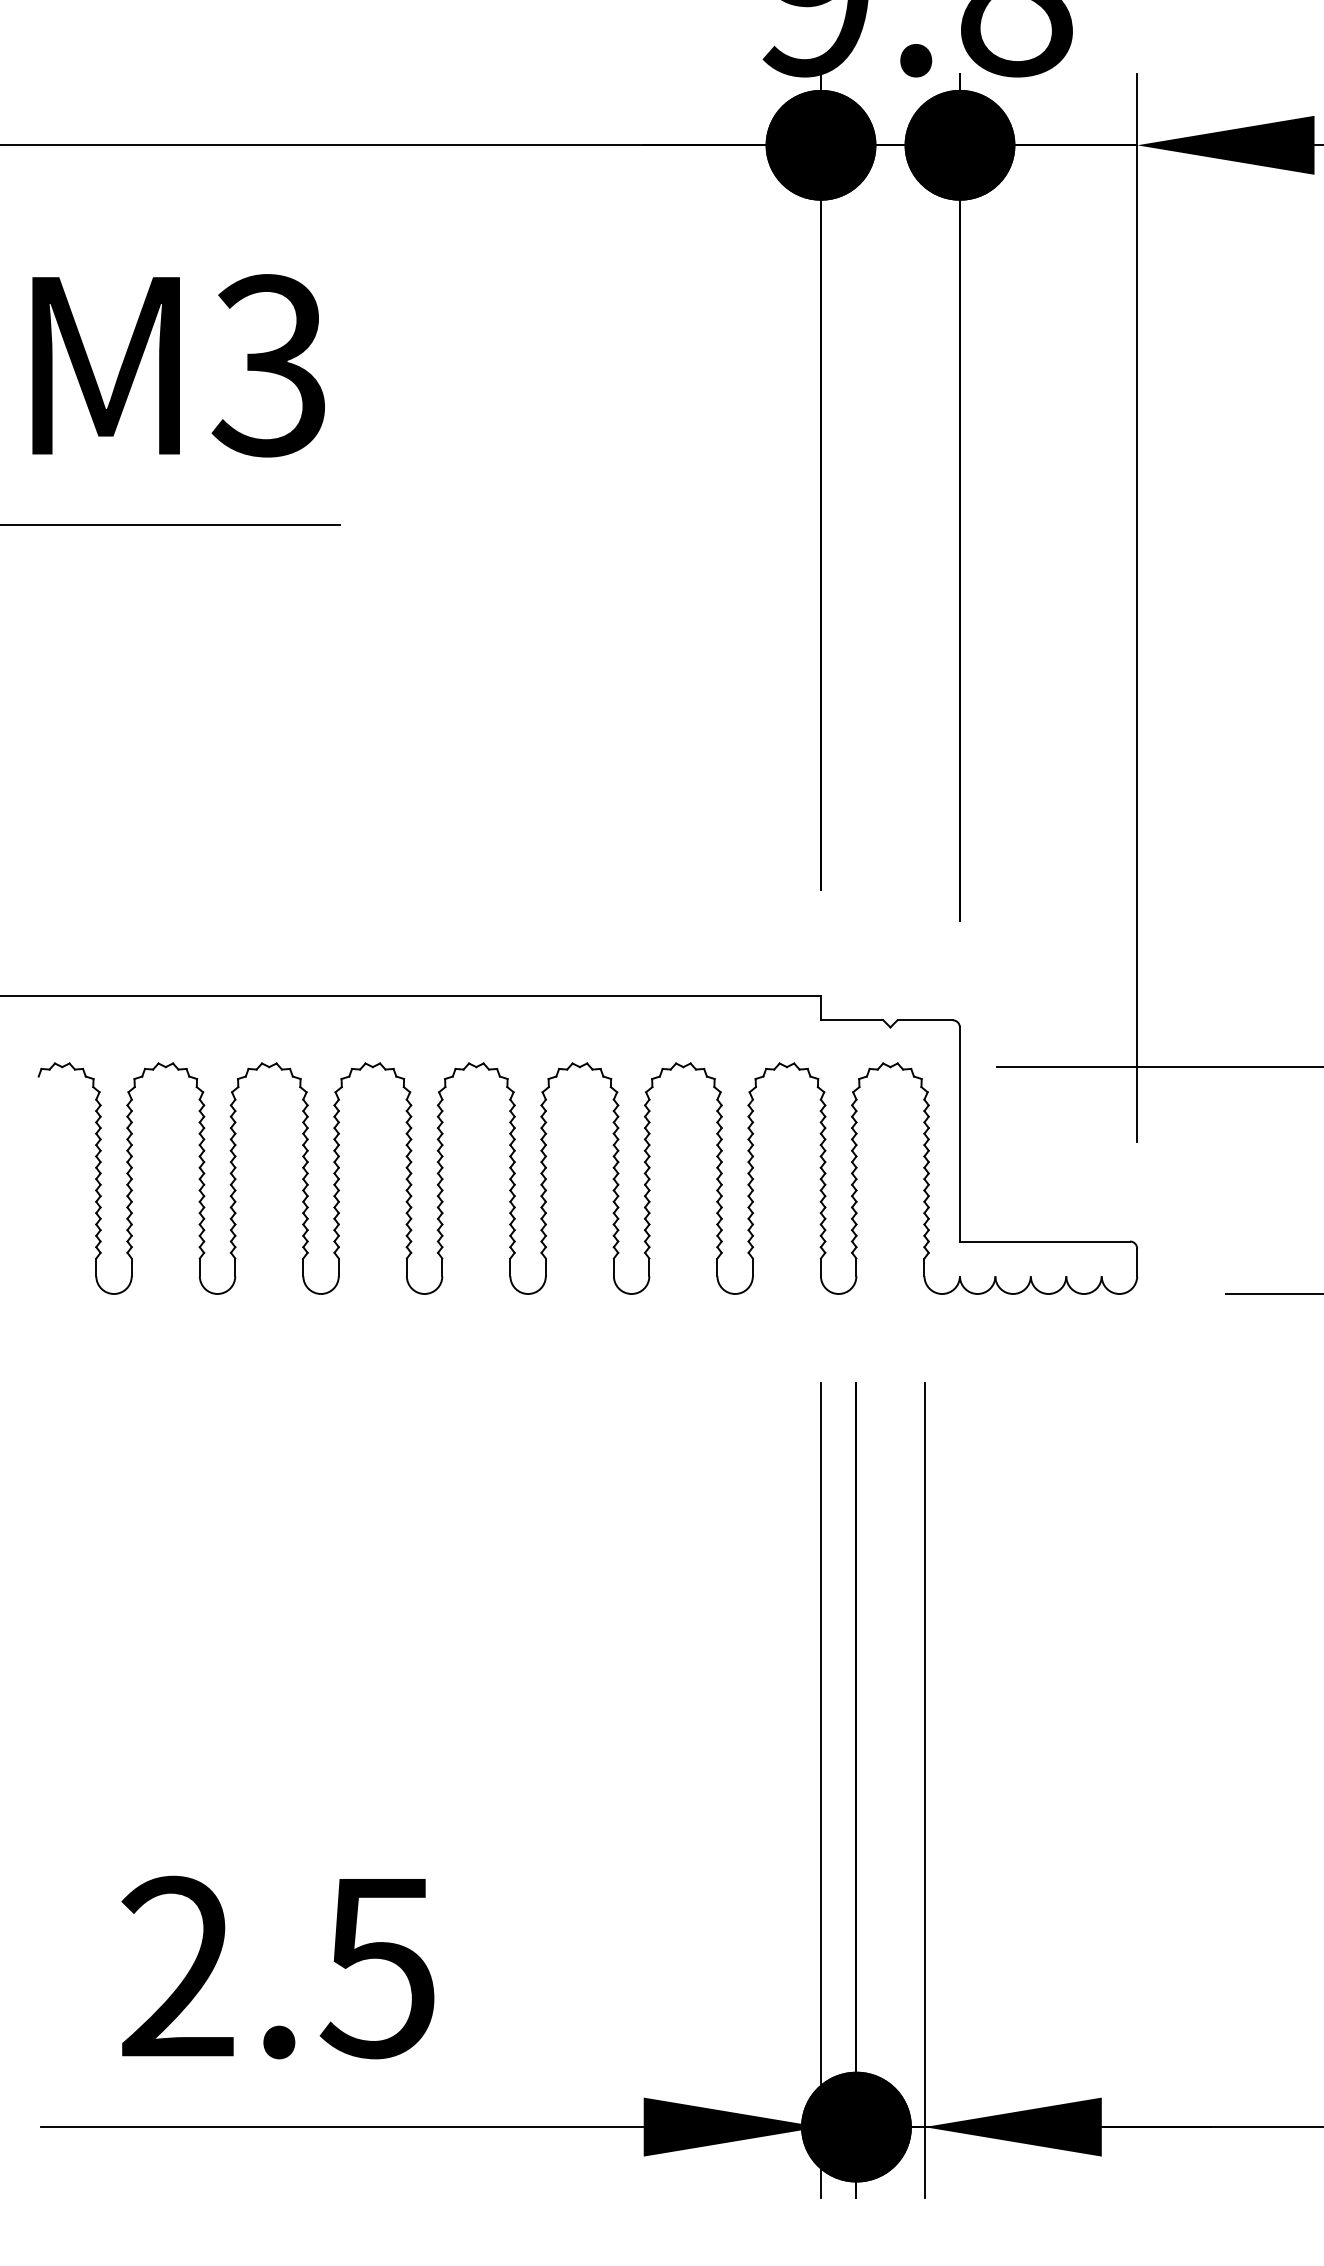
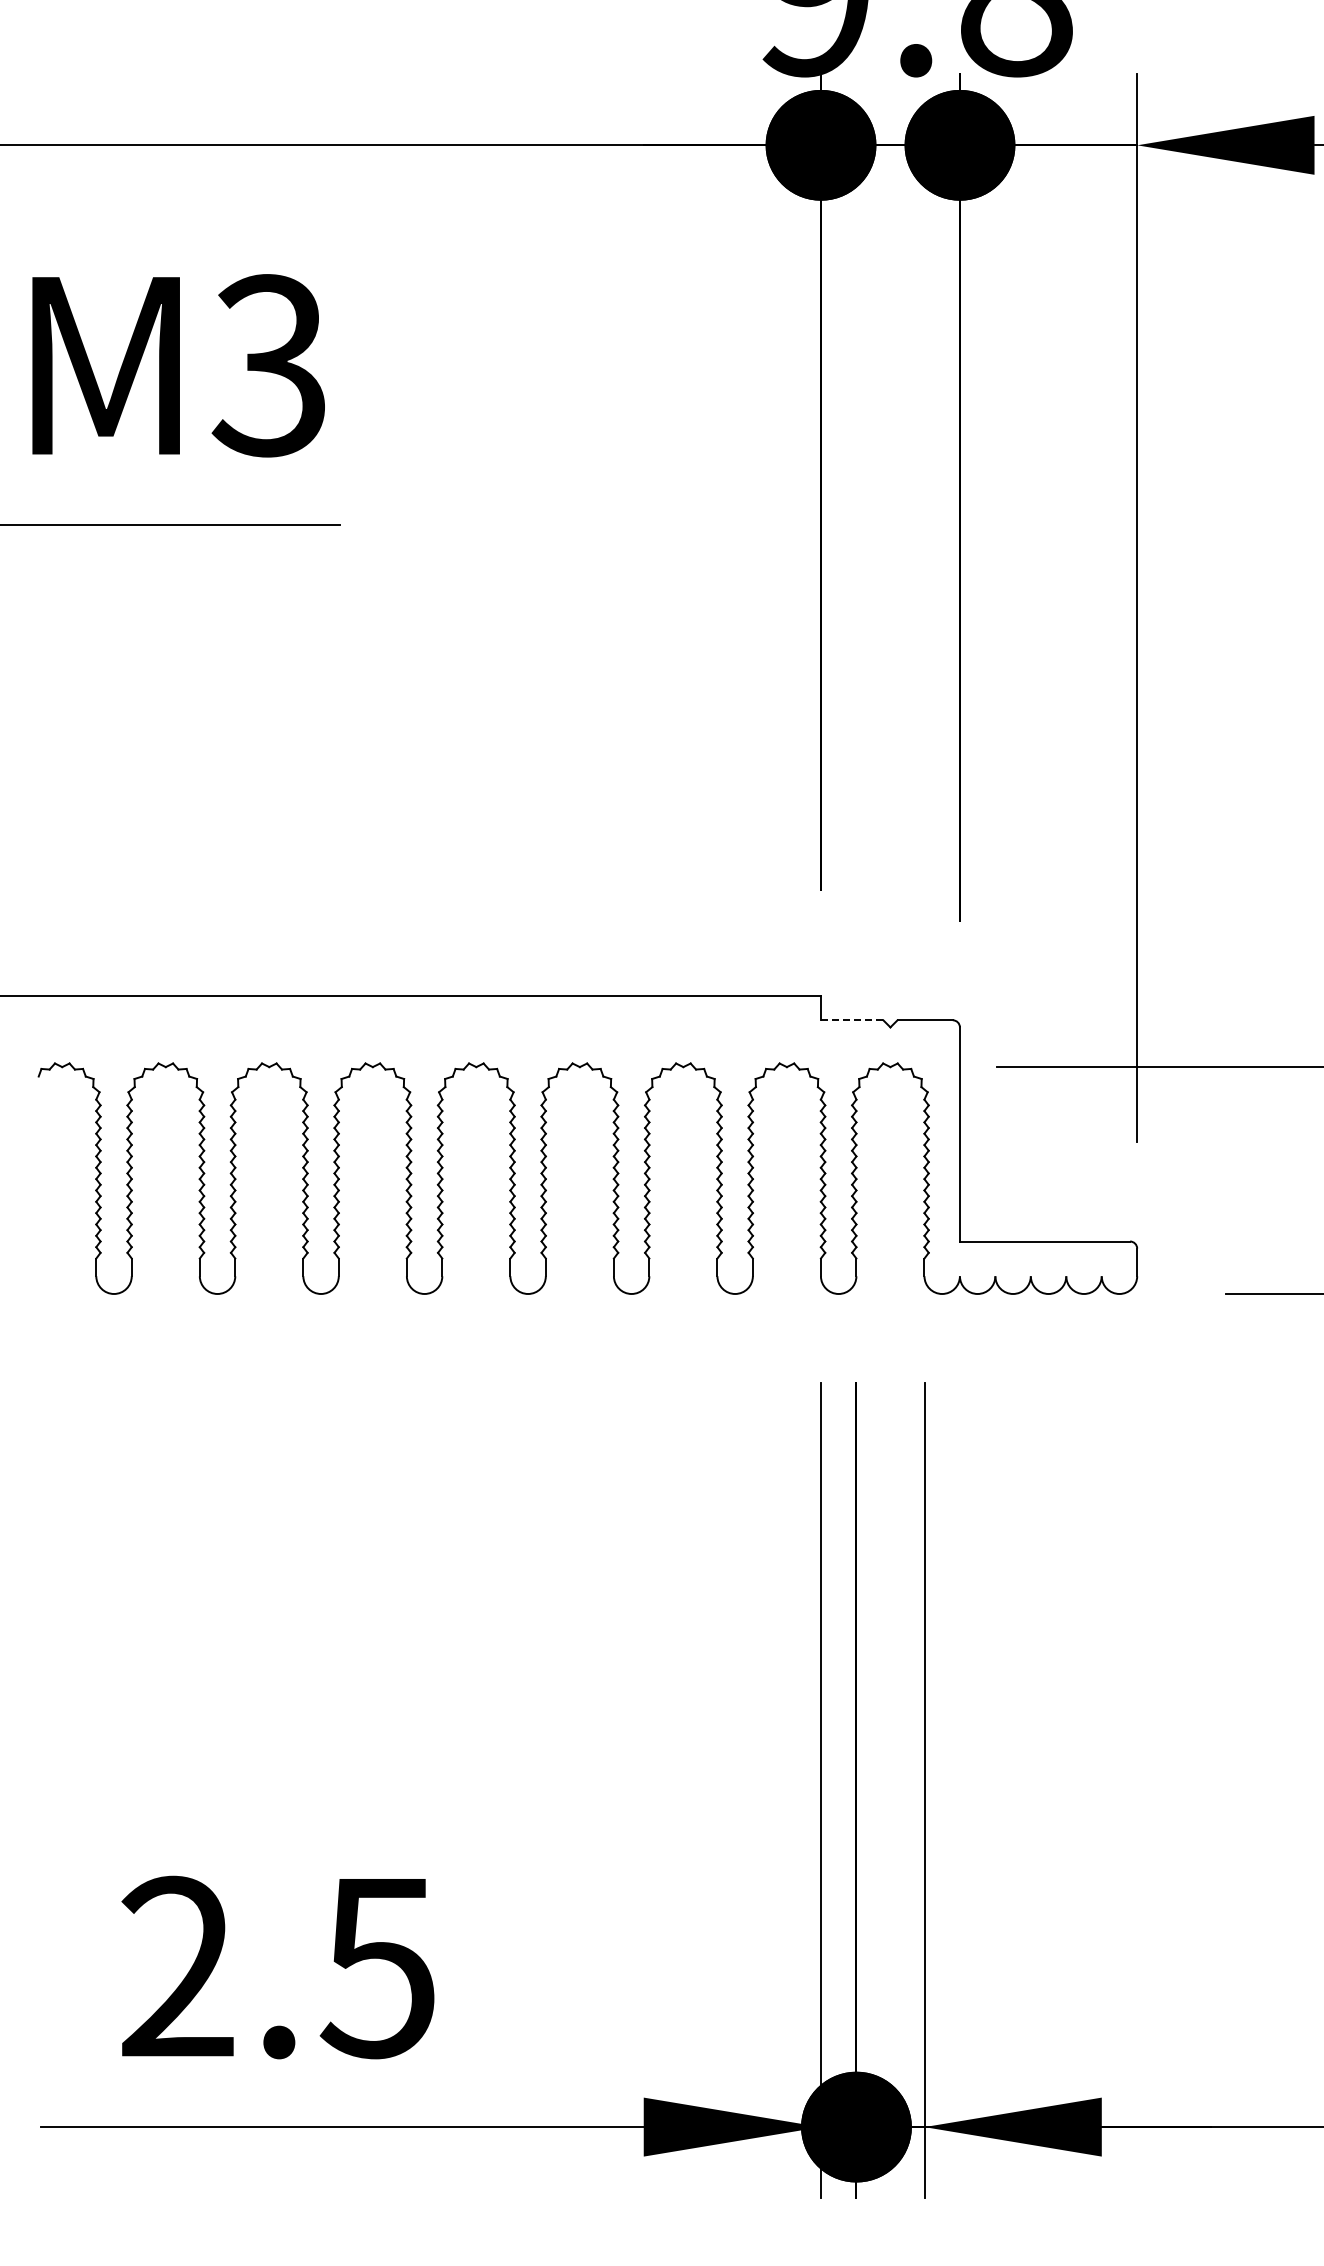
line at (852, 1020): solid -> dashed
